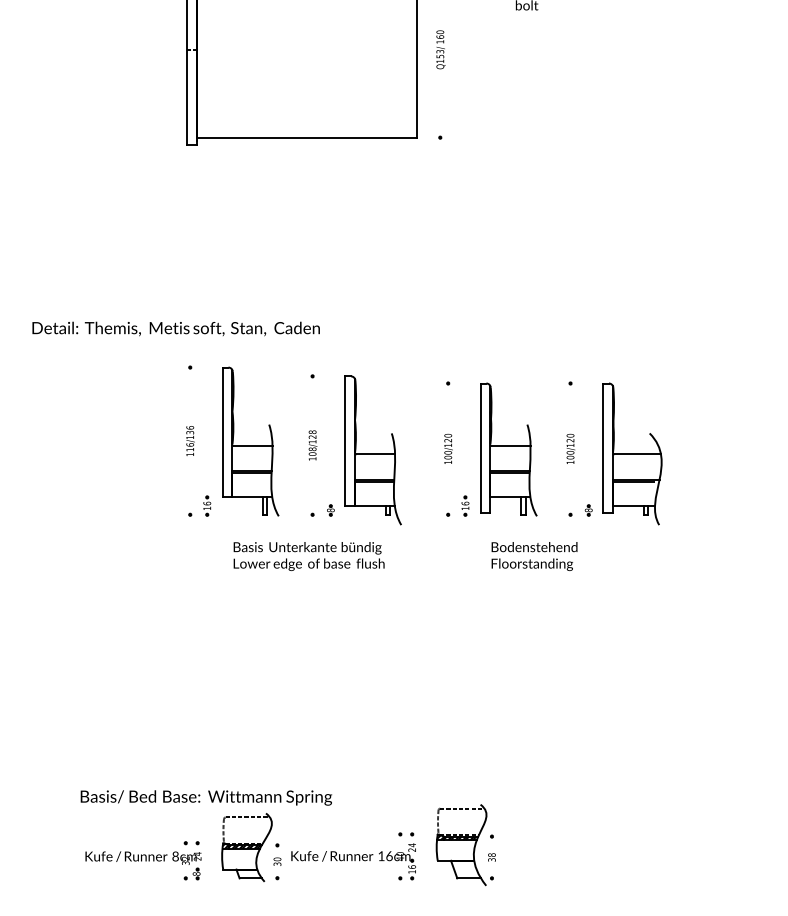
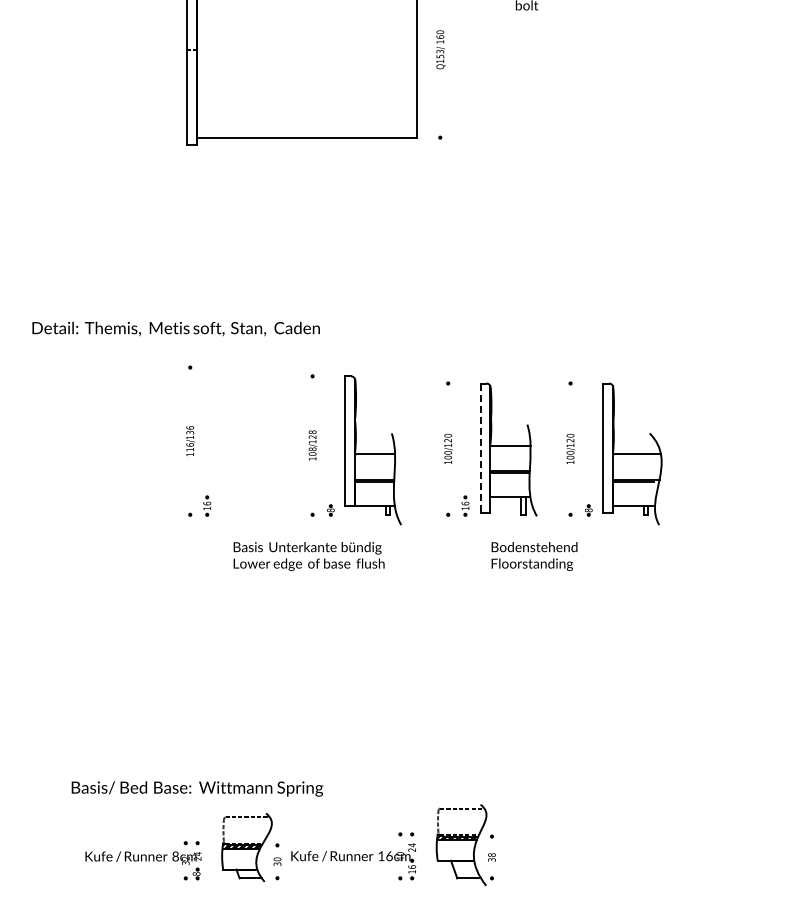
part at (250, 441): present -> none
line at (480, 448): solid -> dashed
text at (206, 797) position: (206, 797) -> (197, 788)
